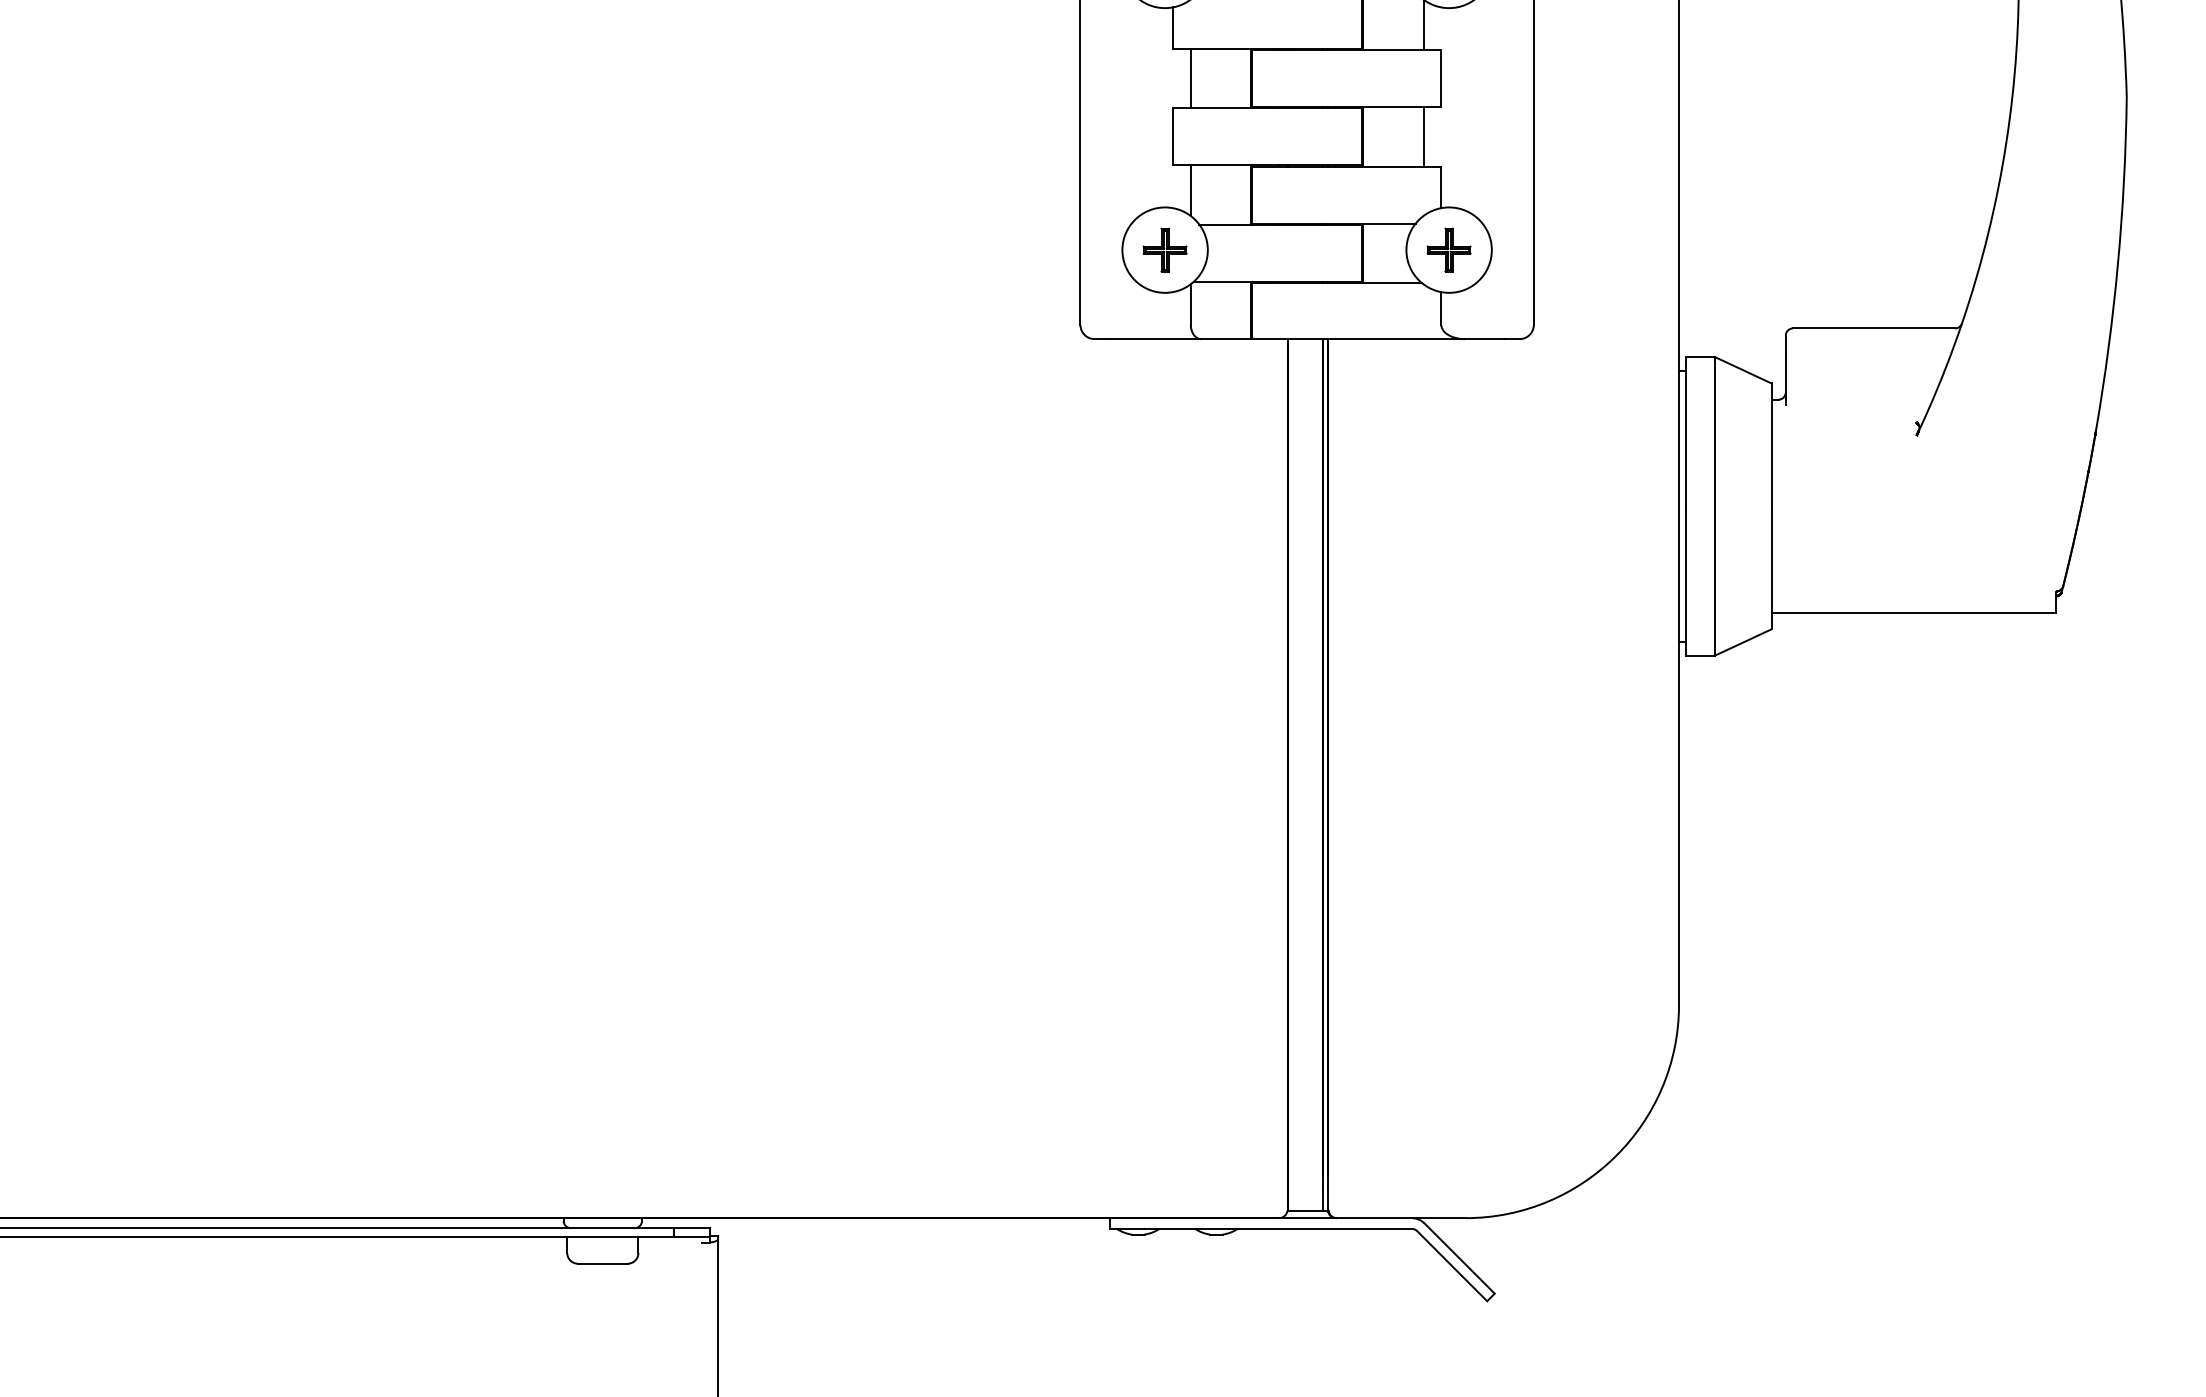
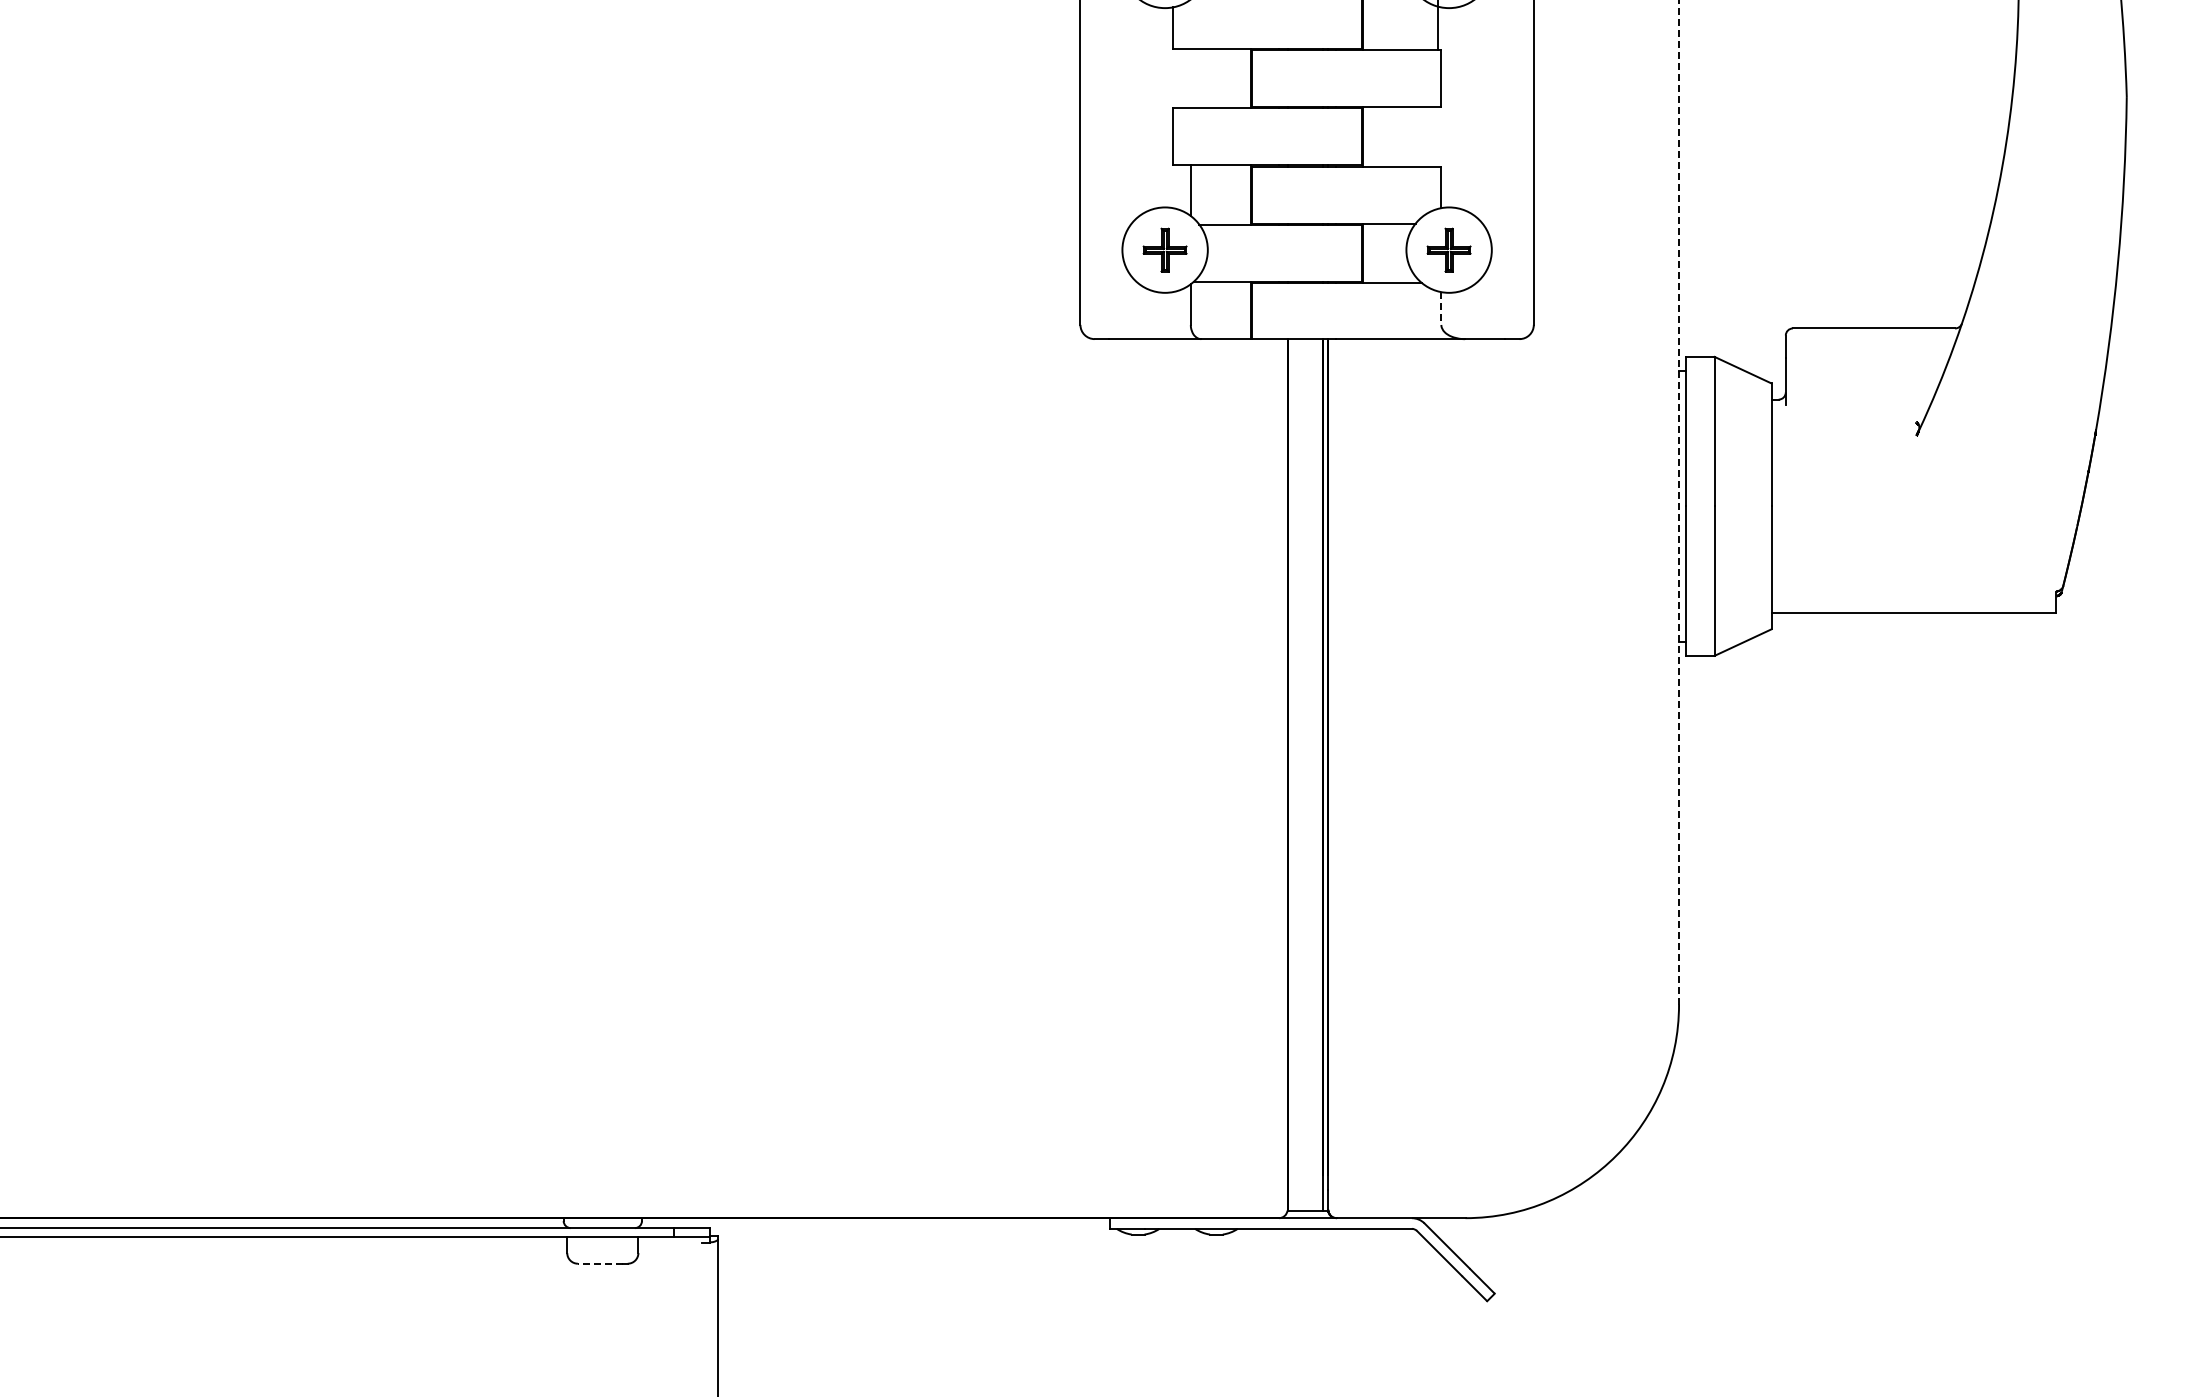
line at (1423, 26) position: (1423, 26) -> (1437, 26)
line at (1190, 78): present -> none
line at (1423, 136): present -> none
line at (1441, 309): solid -> dashed
line at (1679, 502): solid -> dashed
line at (599, 1263): solid -> dashed
